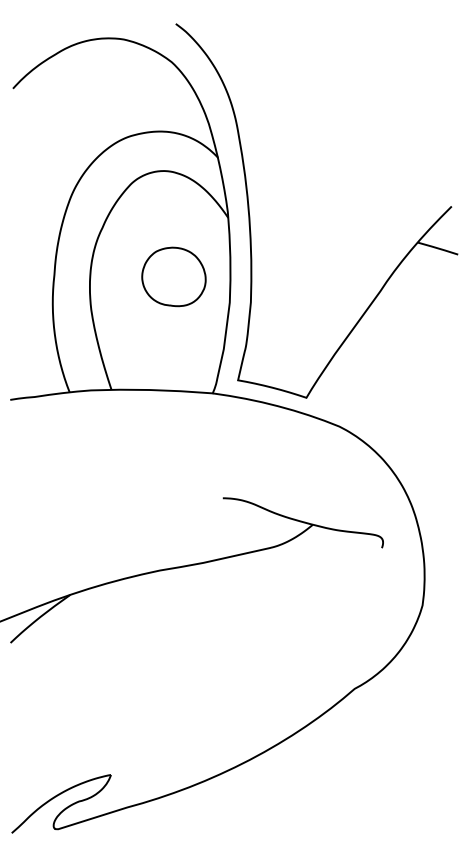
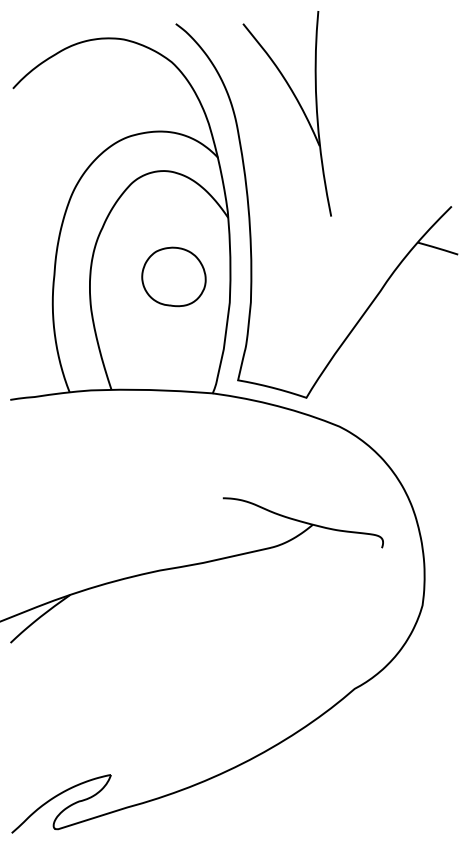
part at (299, 106): none -> present
